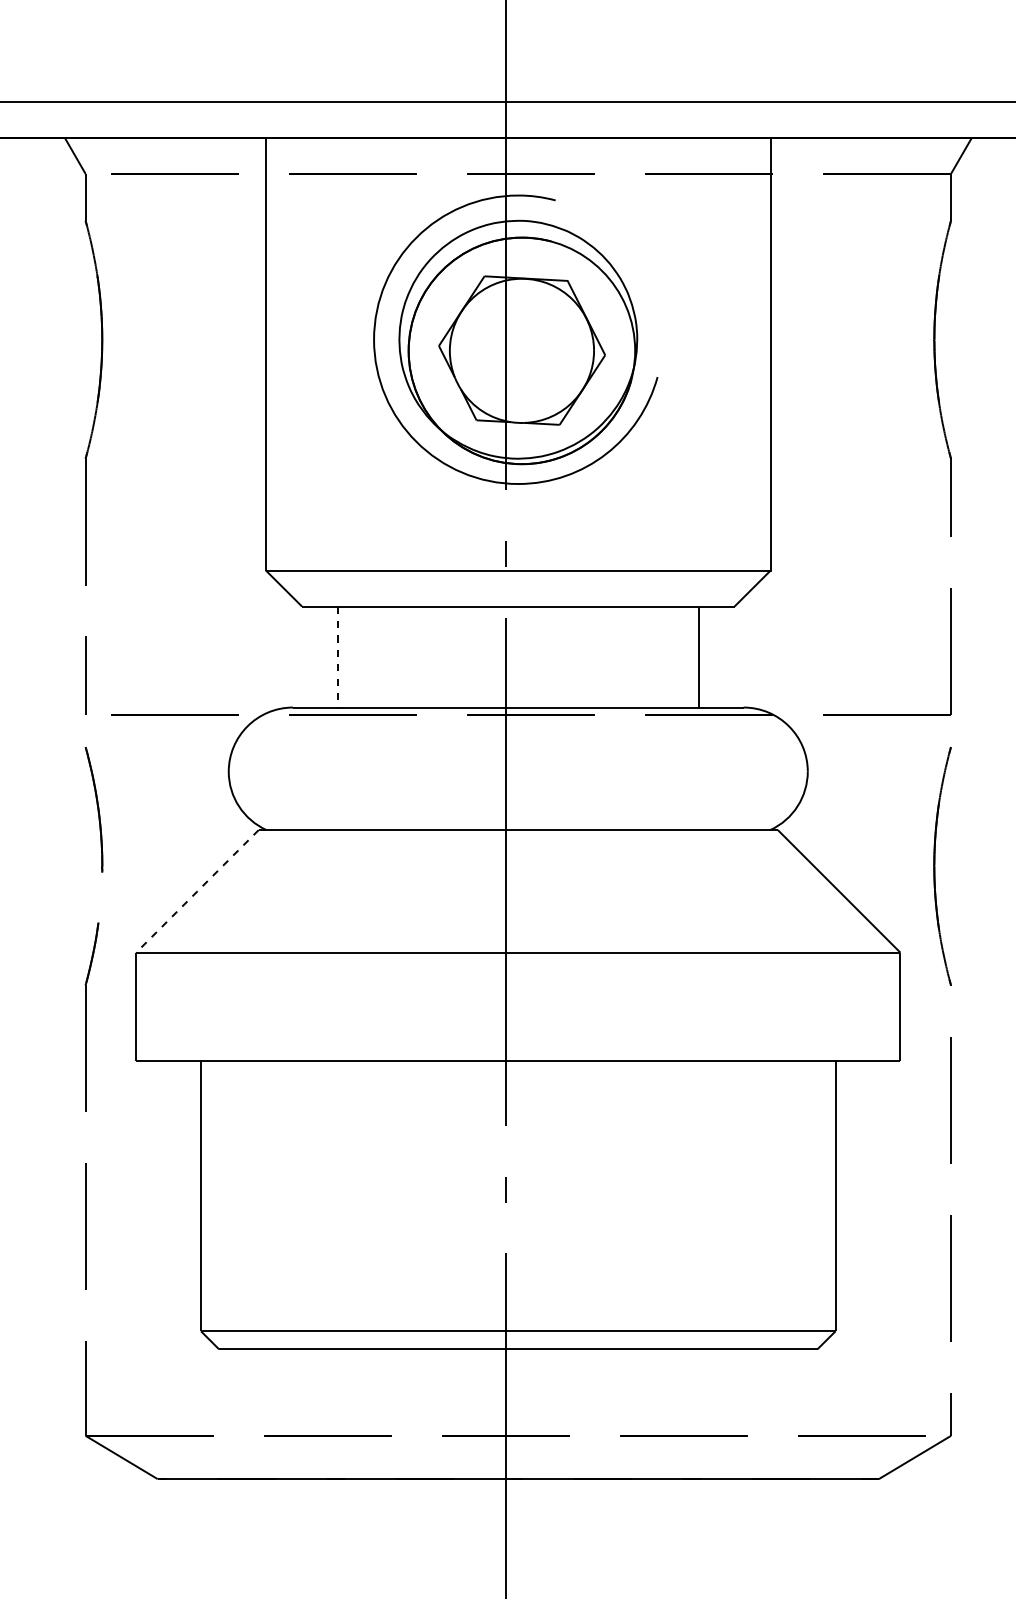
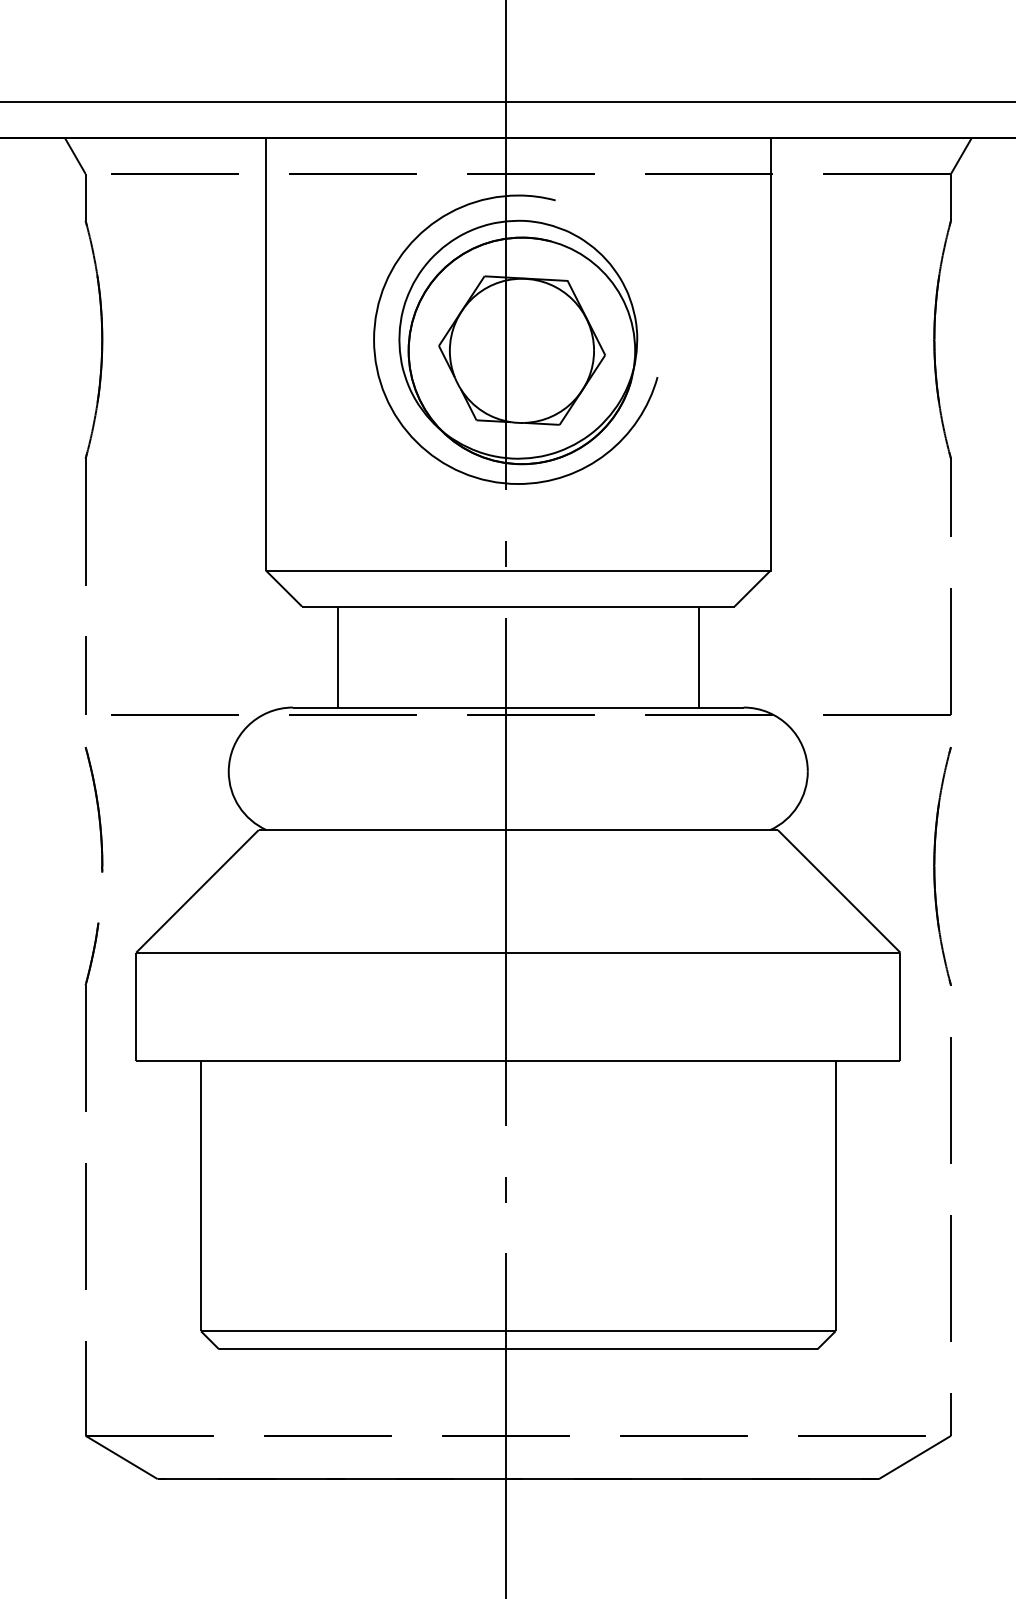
line at (338, 657): dashed -> solid
line at (197, 891): dashed -> solid
